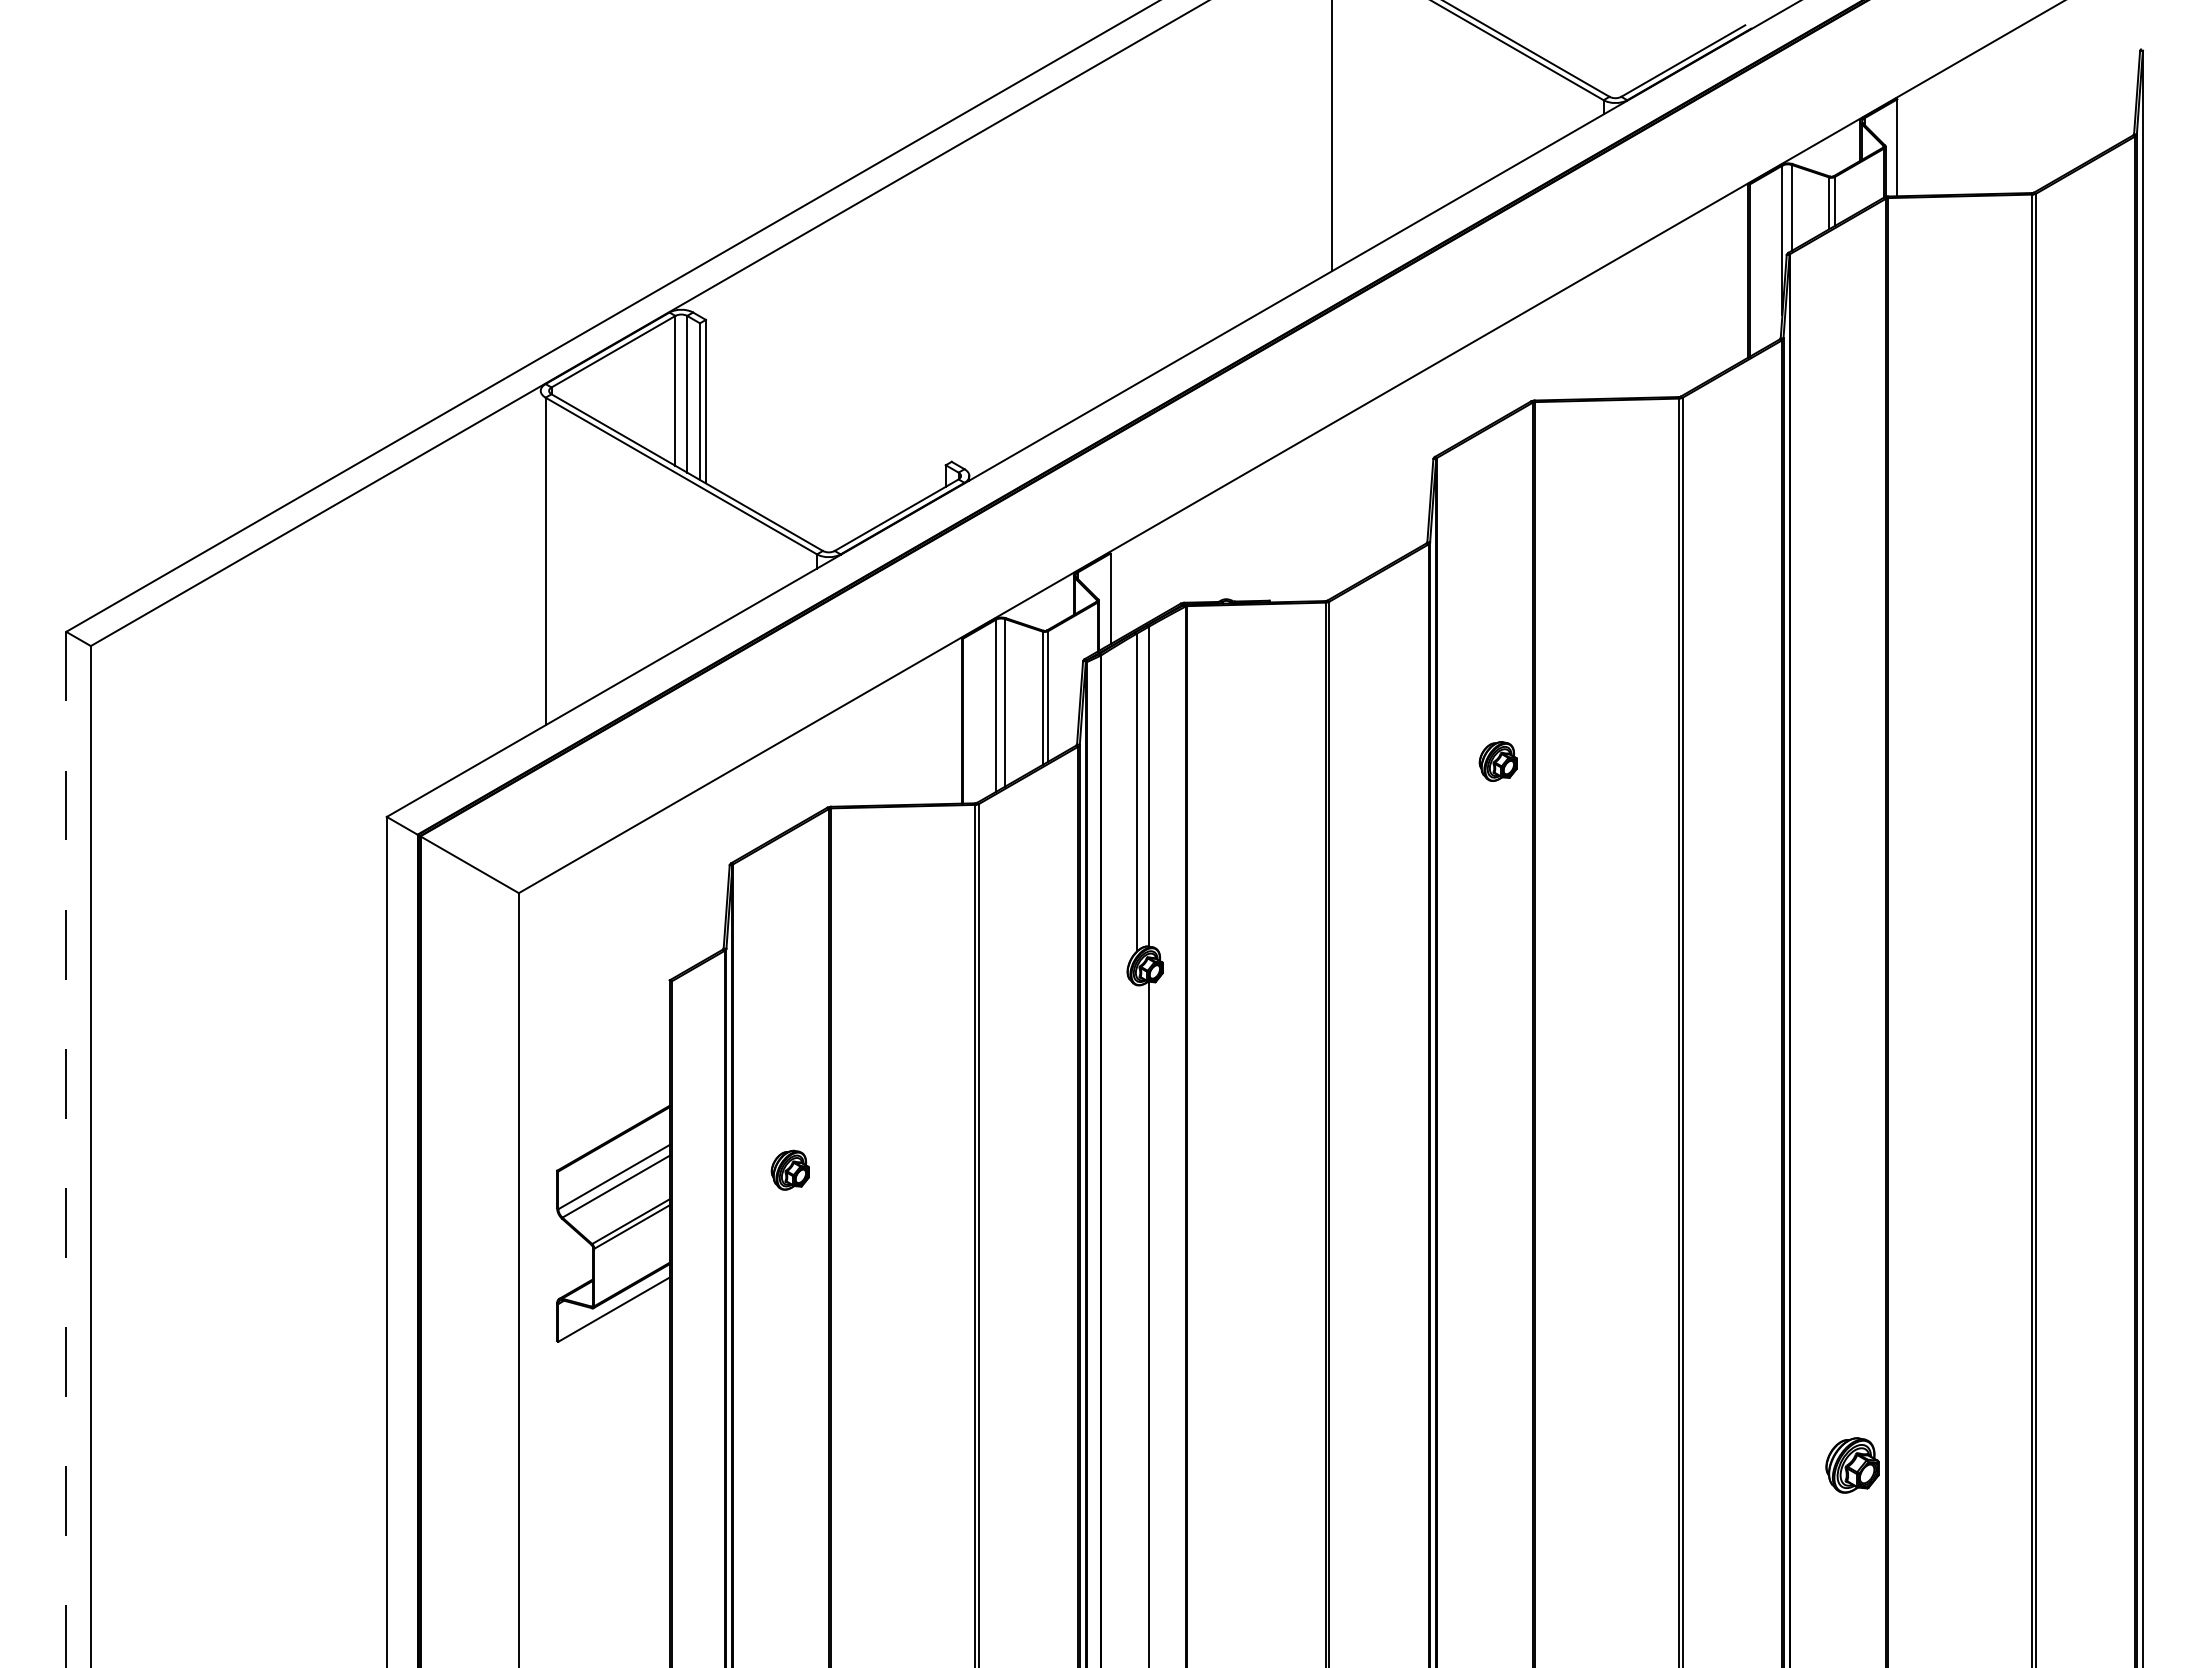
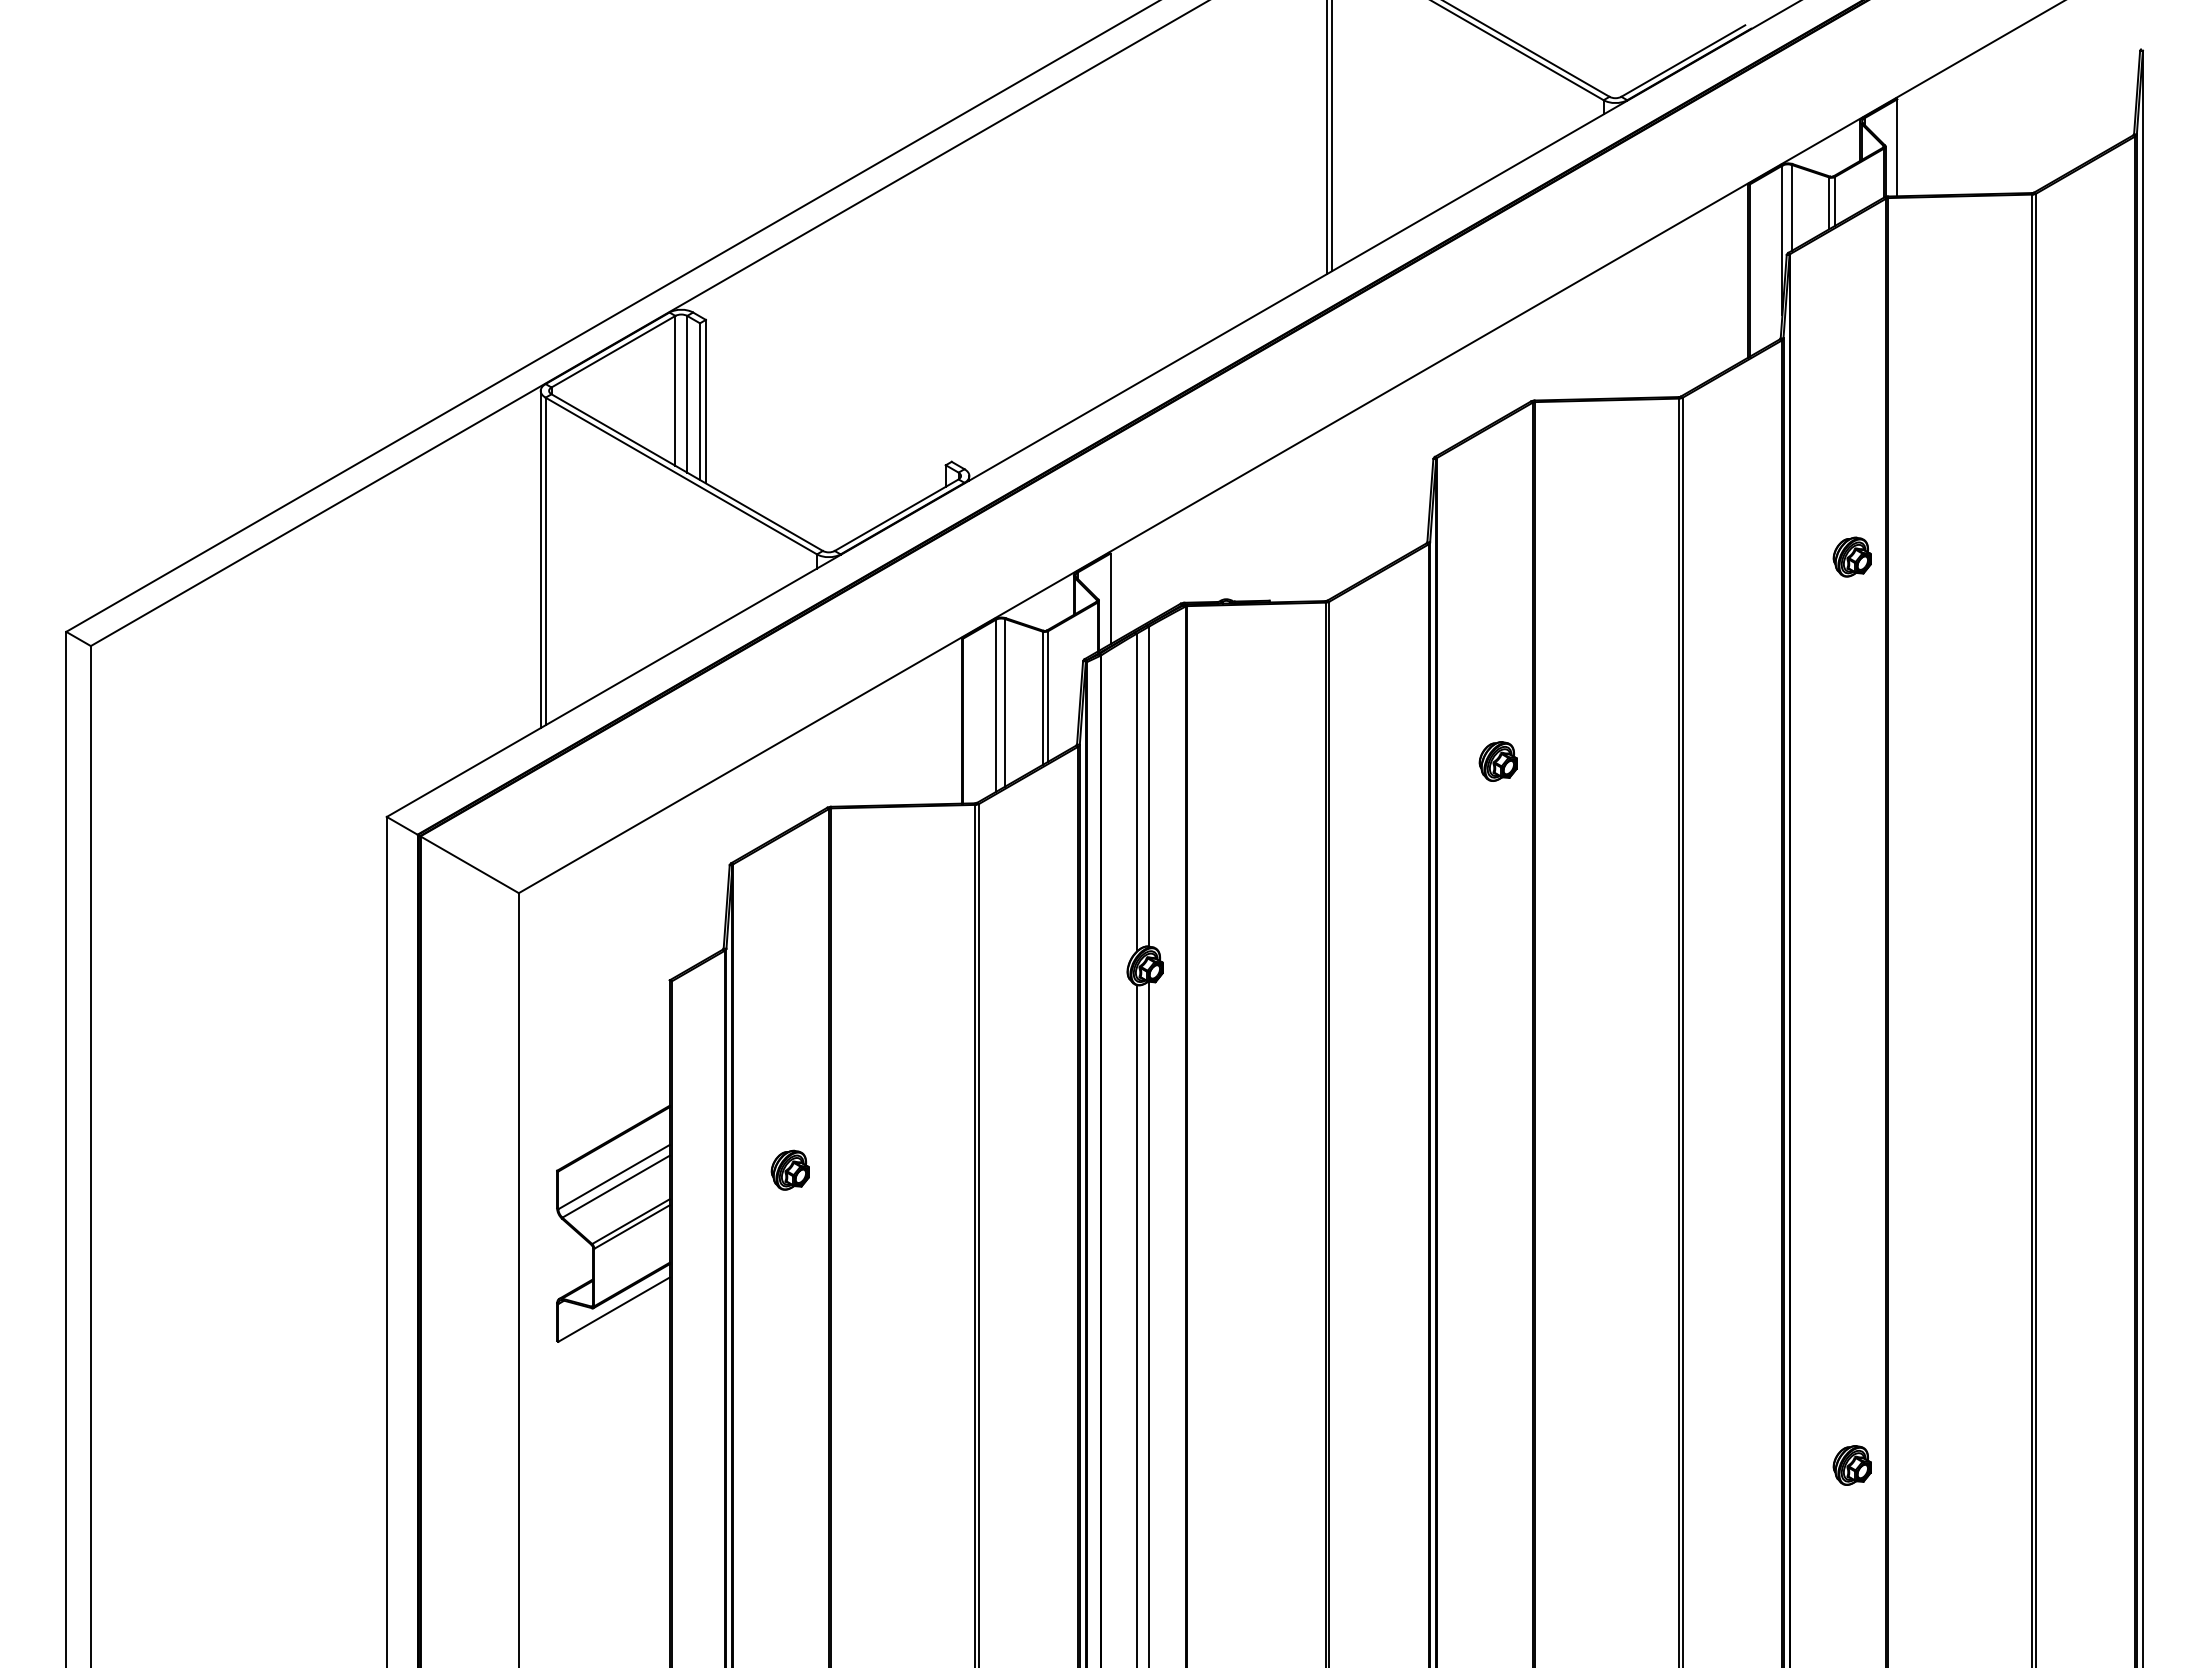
line at (1327, 137): none -> present
part at (1851, 556): none -> present
line at (540, 559): none -> present
line at (66, 1149): dashed -> solid
line at (1136, 1324): none -> present
part at (1852, 1465) size: 55x57 px -> 40x41 px
